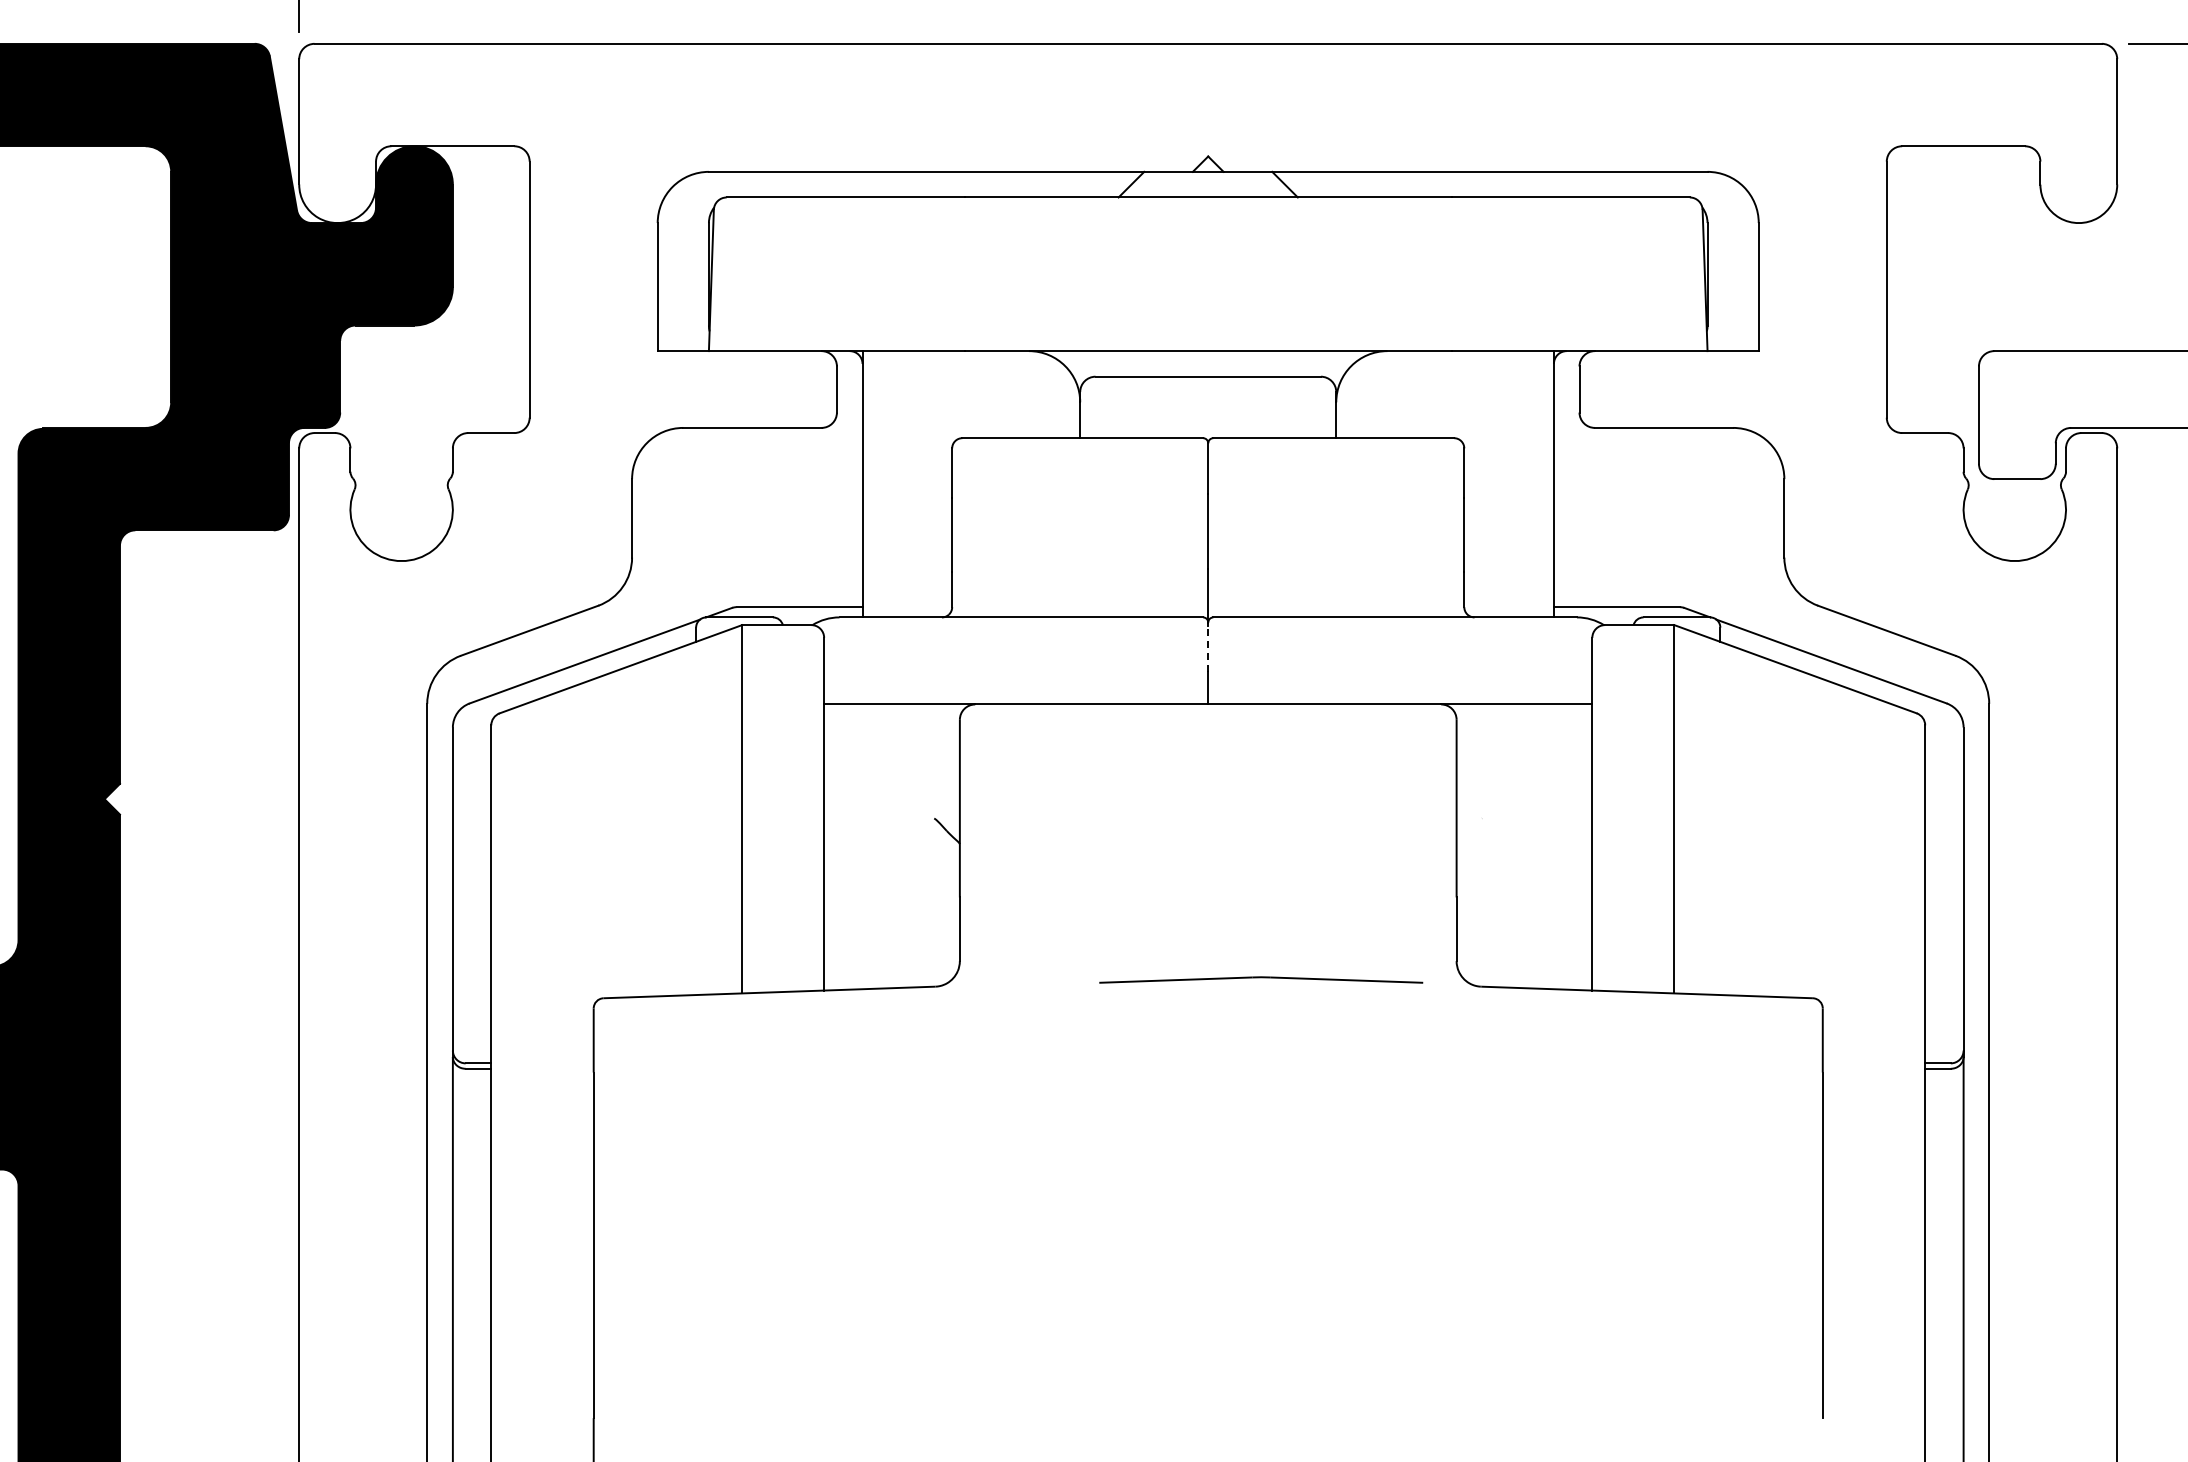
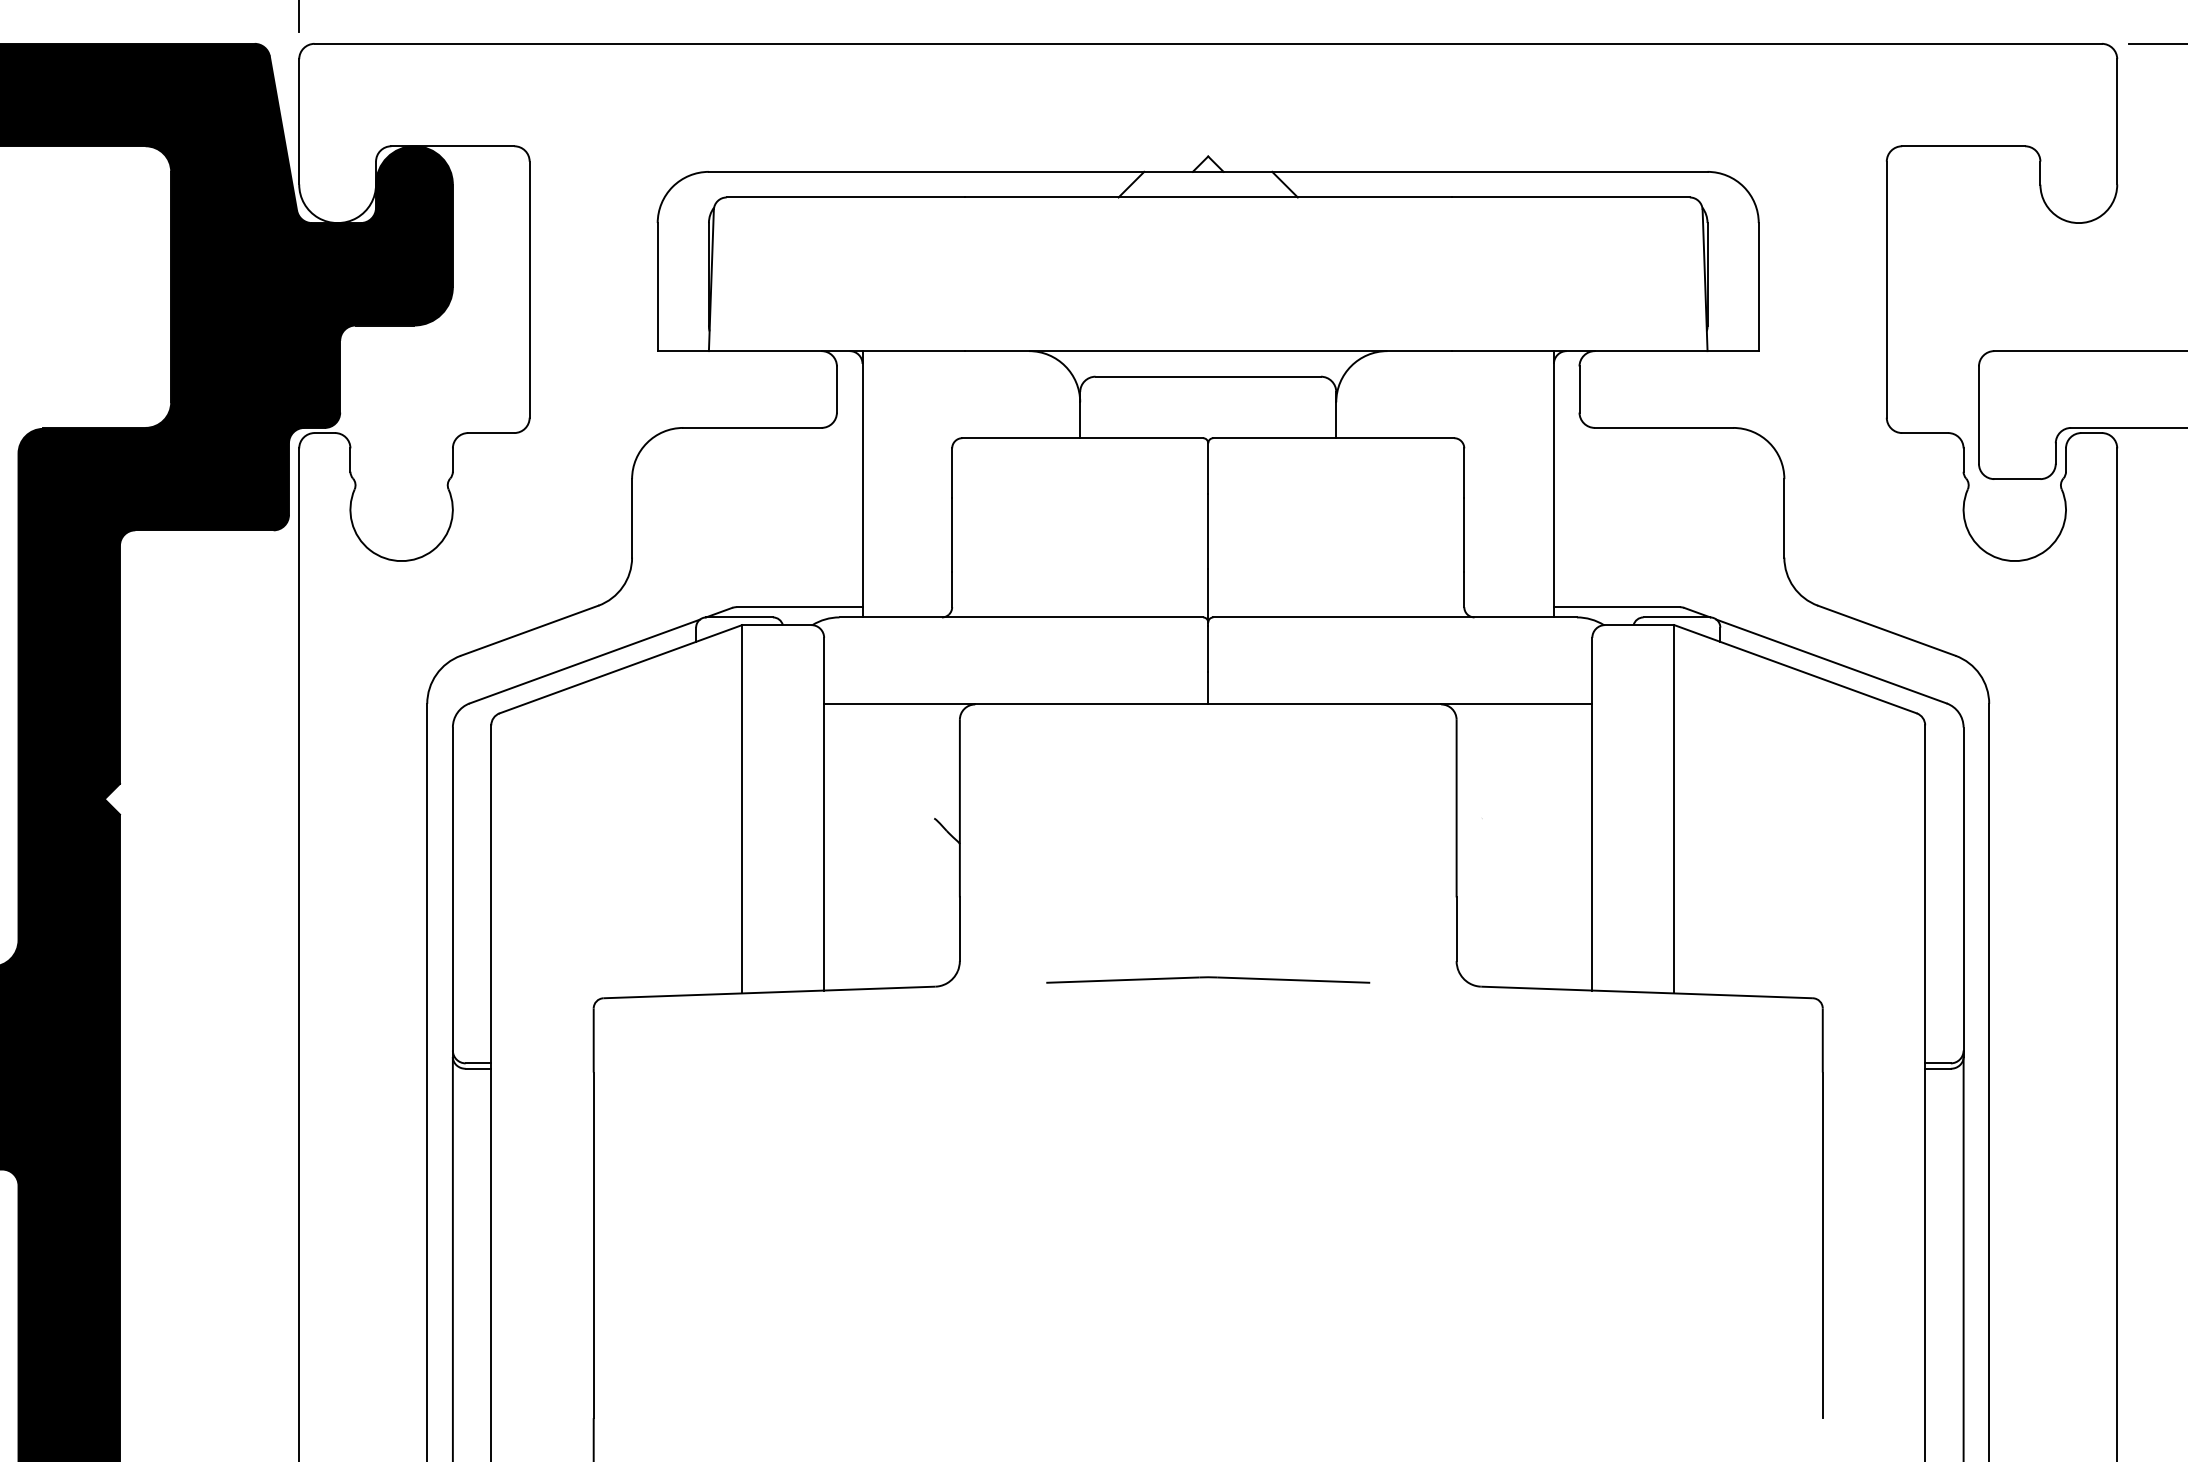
line at (1208, 649): dashed -> solid
part at (1261, 979) position: (1261, 979) -> (1208, 979)
